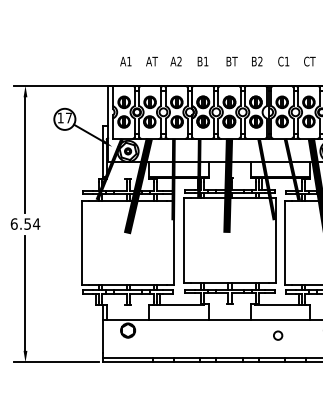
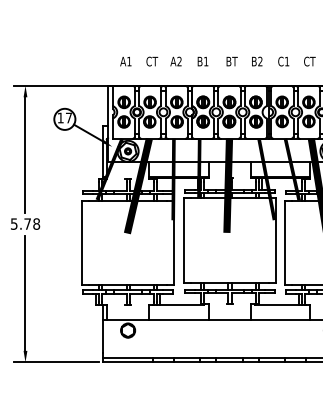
text at (152, 61): AT -> CT
text at (25, 223): 6.54 -> 5.78
circle at (278, 335): present -> none
